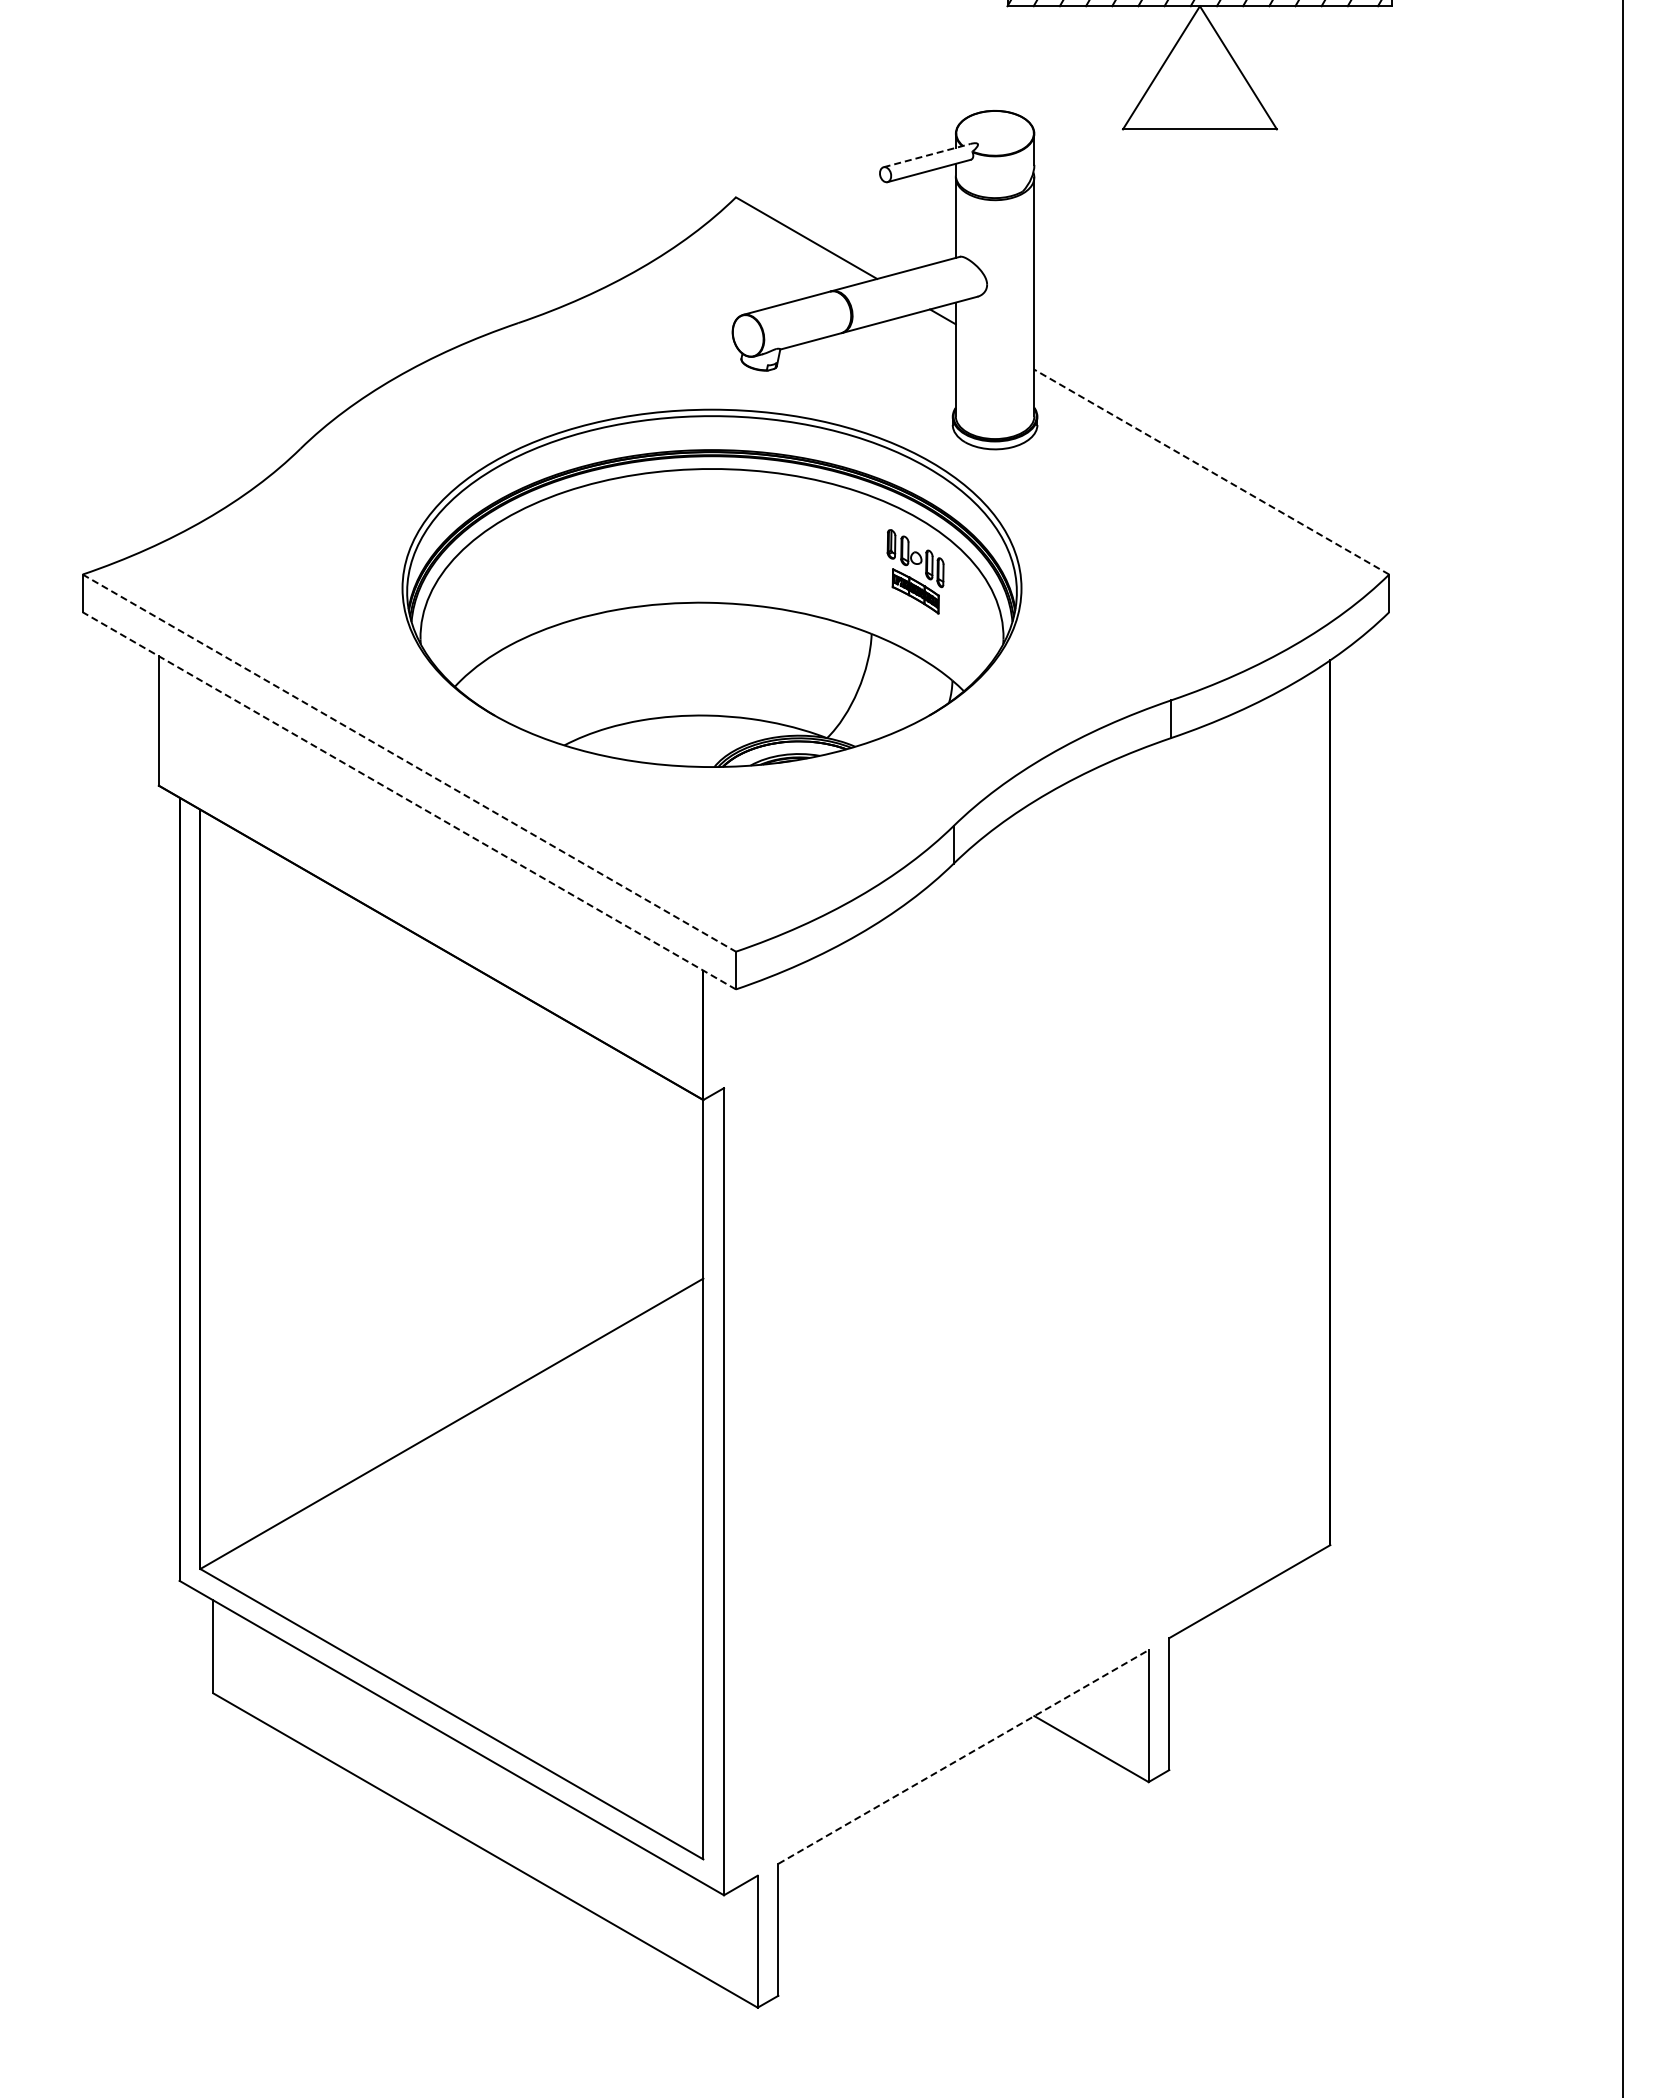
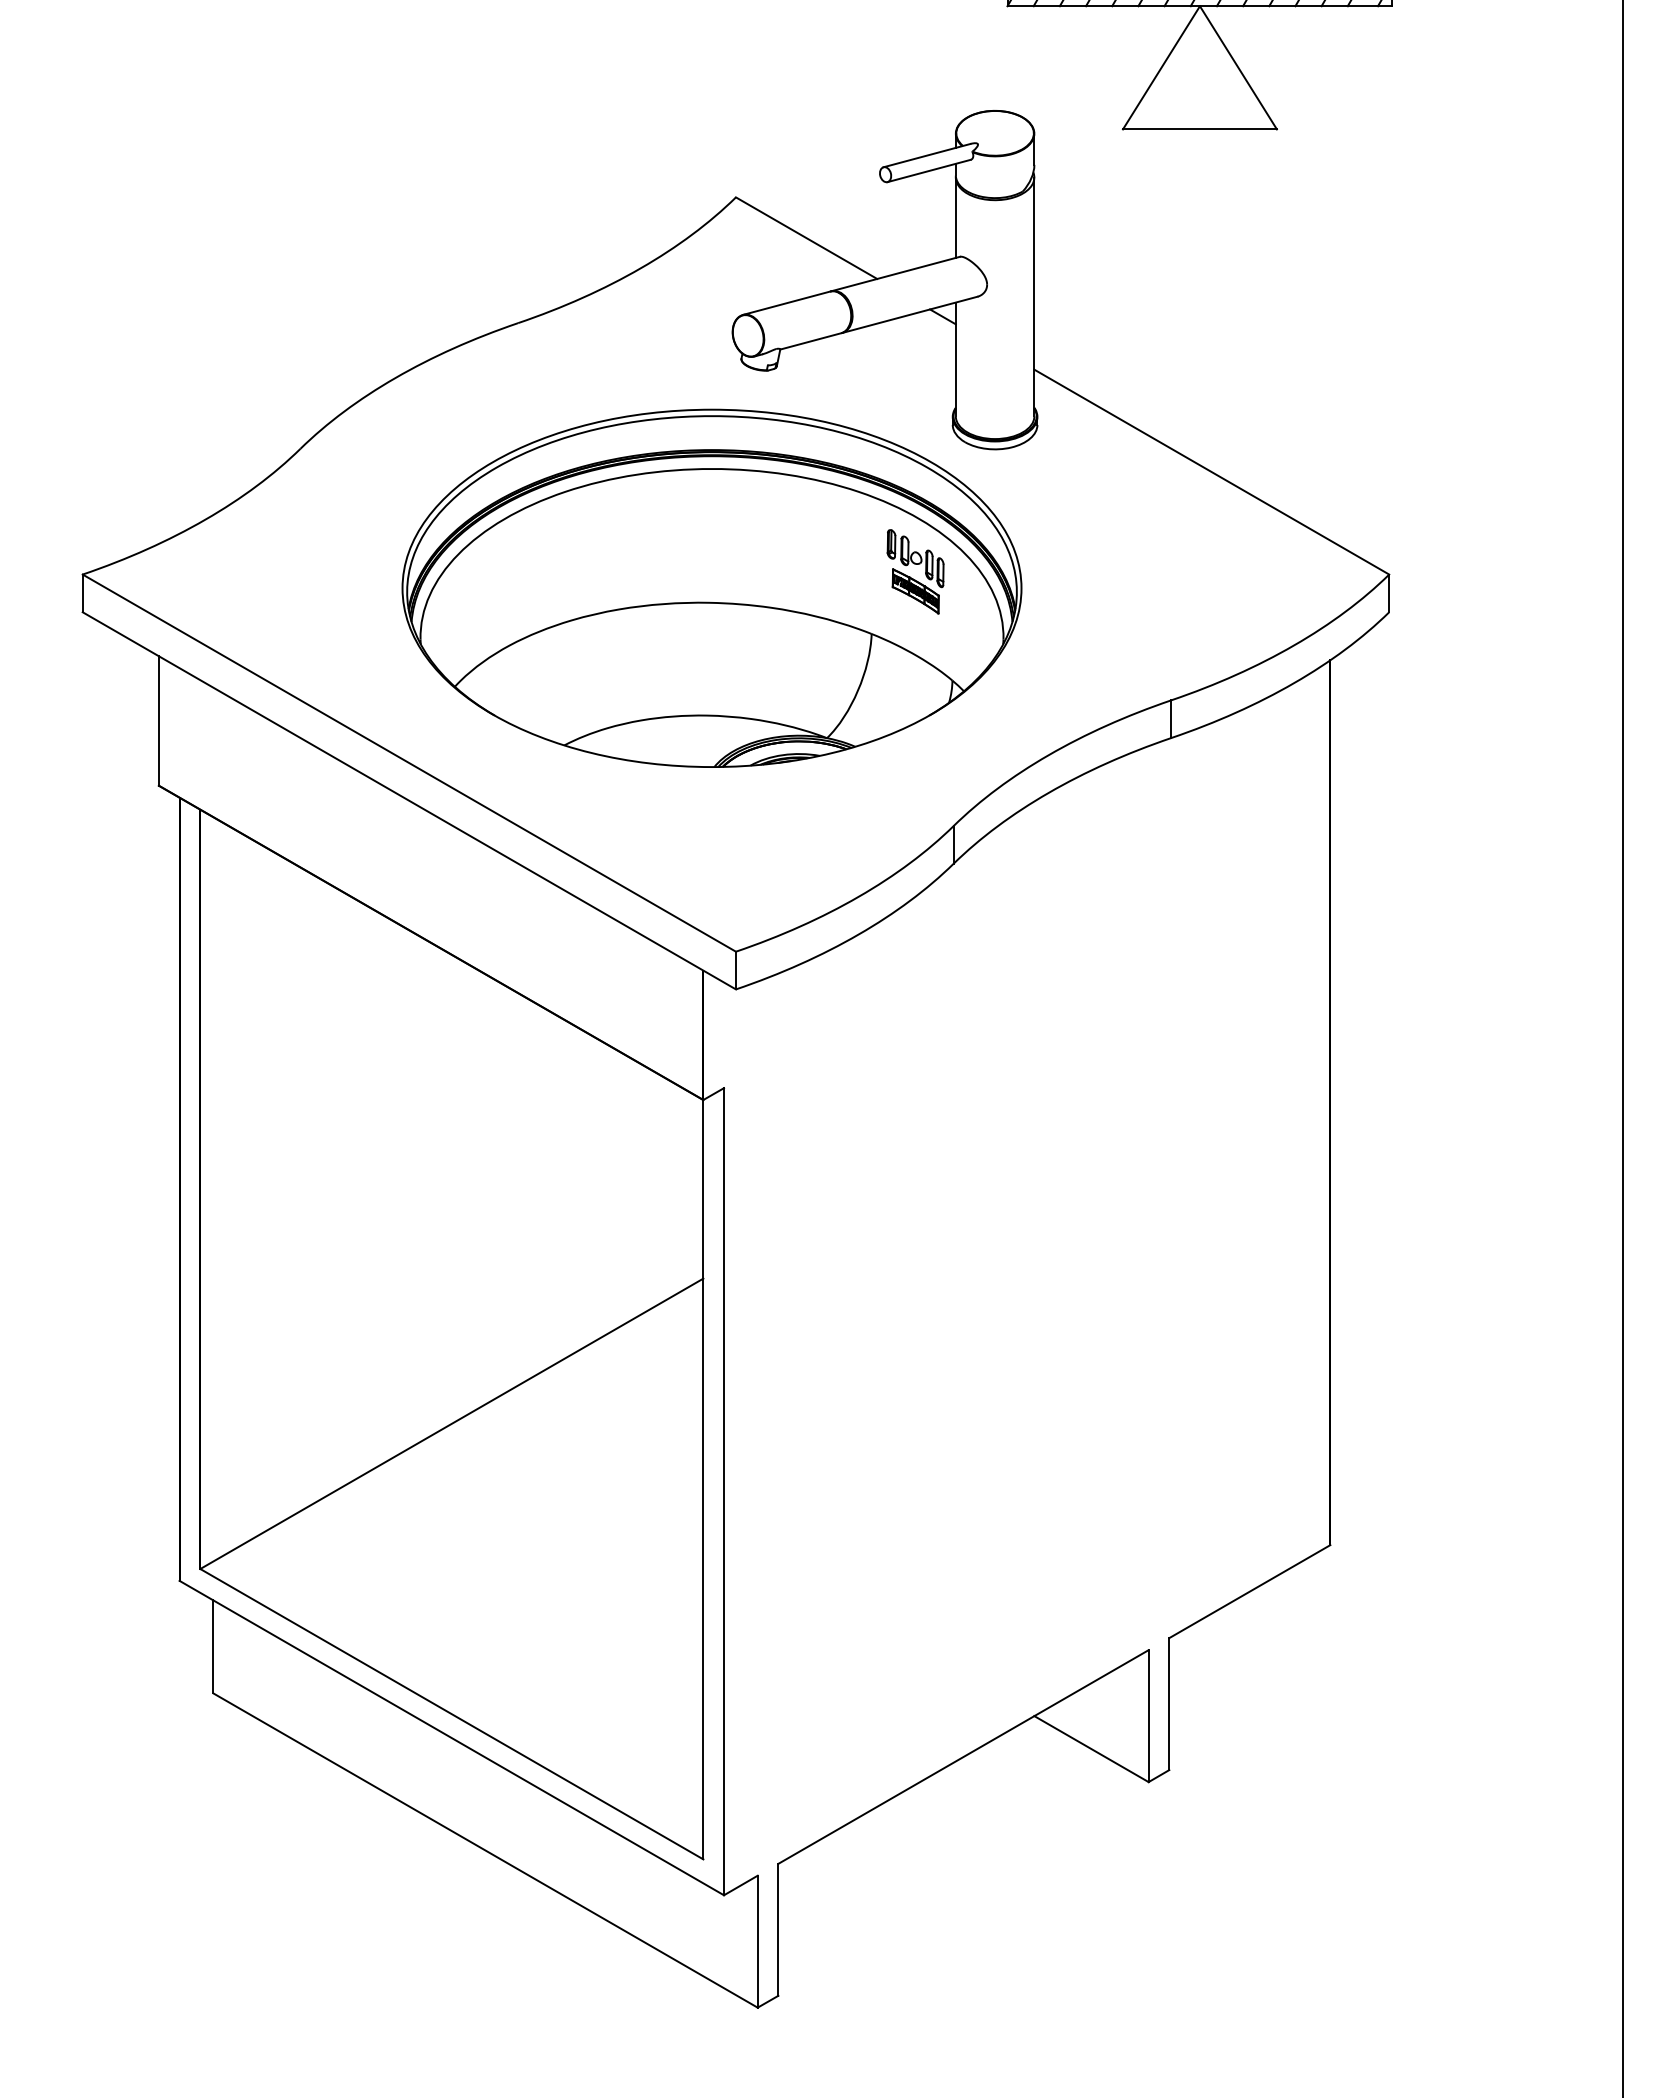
line at (926, 155): dashed -> solid
line at (1211, 472): dashed -> solid
line at (409, 763): dashed -> solid
line at (408, 800): dashed -> solid
line at (963, 1757): dashed -> solid
